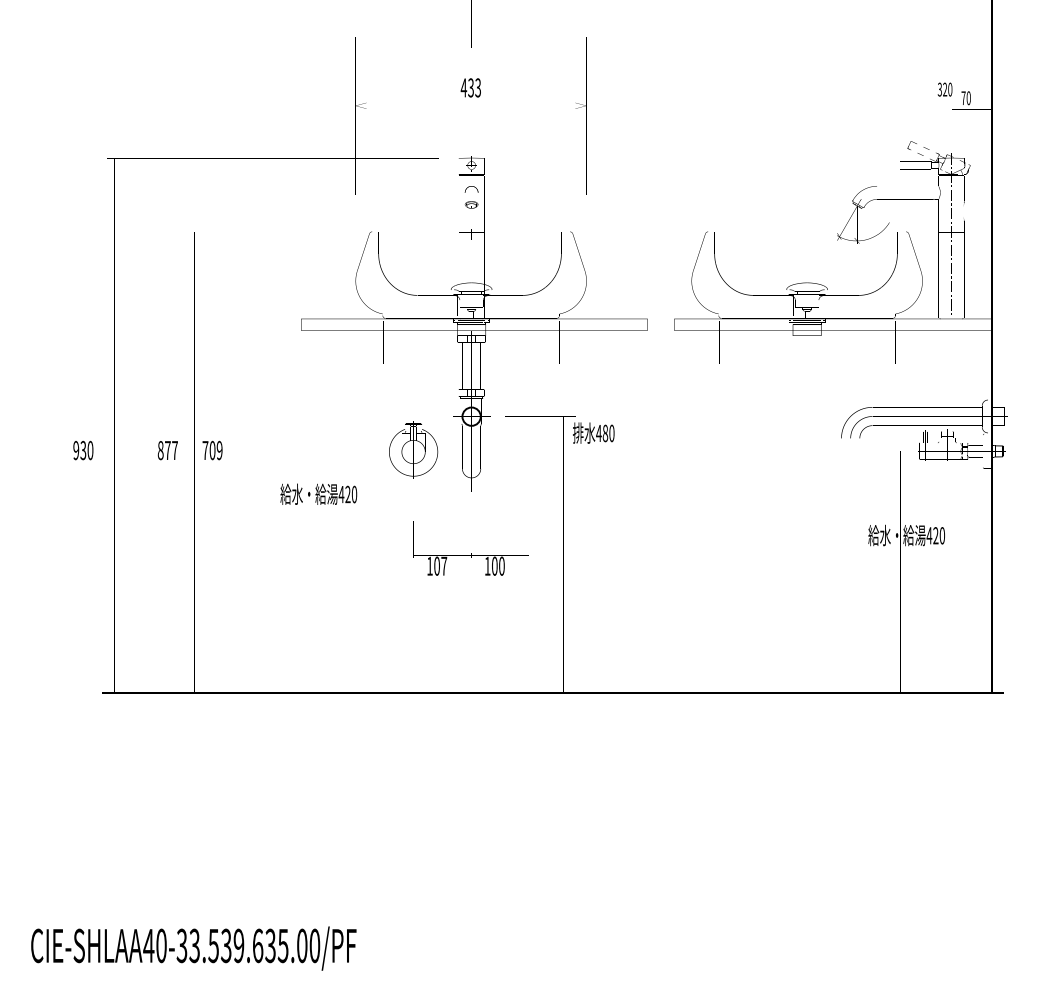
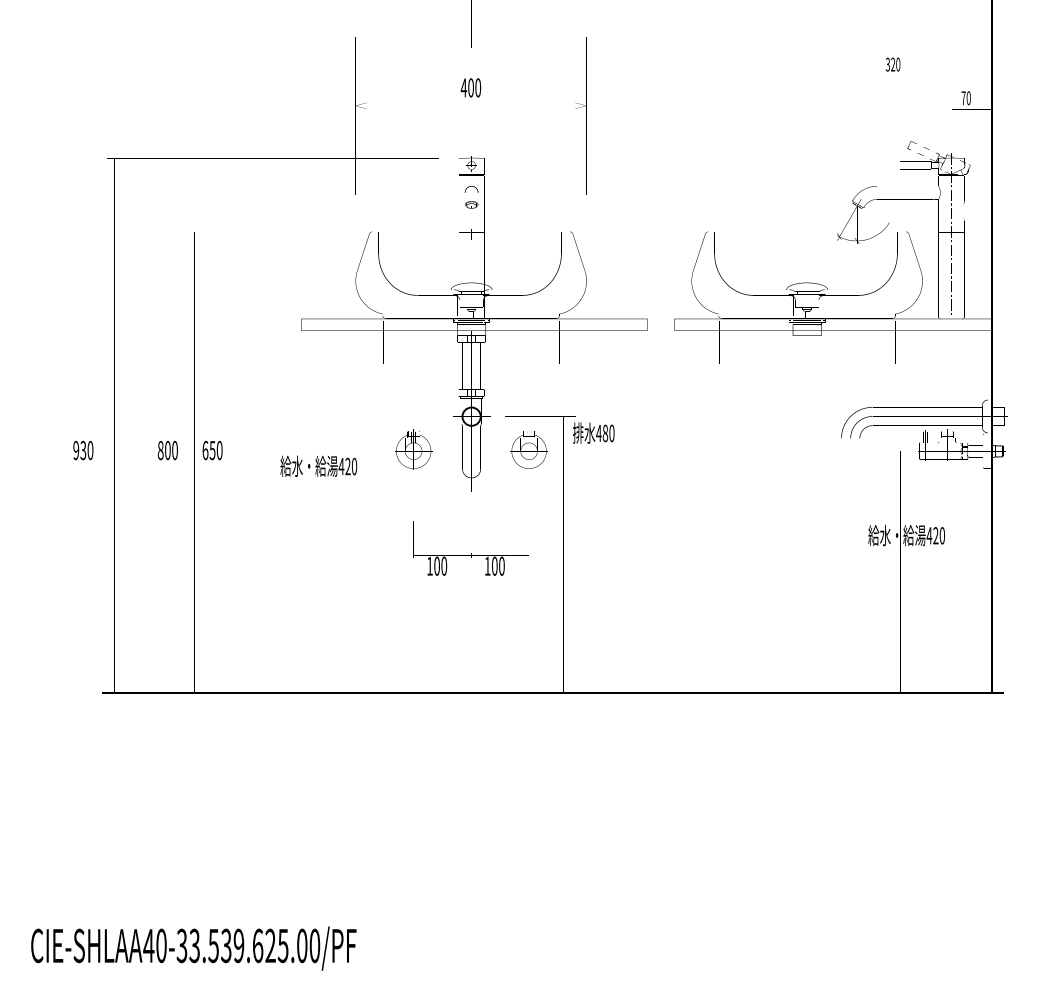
text at (474, 87): 433 -> 400
text at (944, 89) position: (944, 89) -> (892, 64)
part at (413, 449) size: 50x58 px -> 38x41 px
part at (528, 449): none -> present
text at (171, 450): 877 -> 800
text at (212, 450): 709 -> 650
text at (318, 493) position: (318, 493) -> (318, 465)
text at (444, 565): 107 -> 100
text at (270, 946): CIE-SHLAA40-33.539.635.00/PF -> CIE-SHLAA40-33.539.625.00/PF
